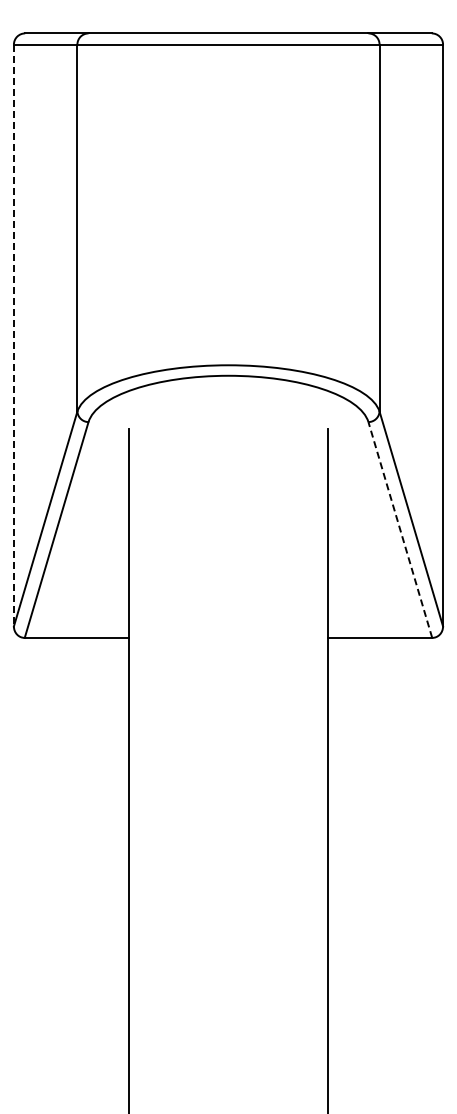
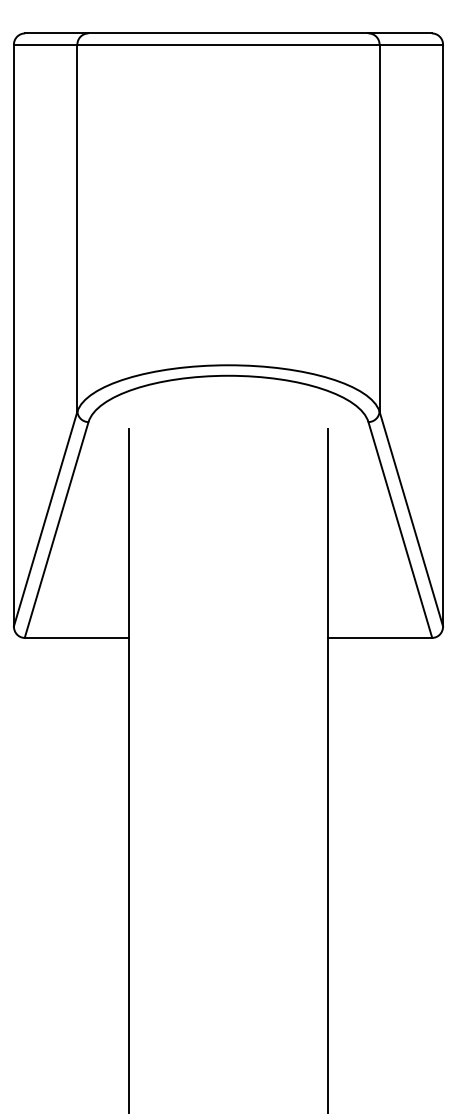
line at (13, 335): dashed -> solid
line at (400, 530): dashed -> solid
